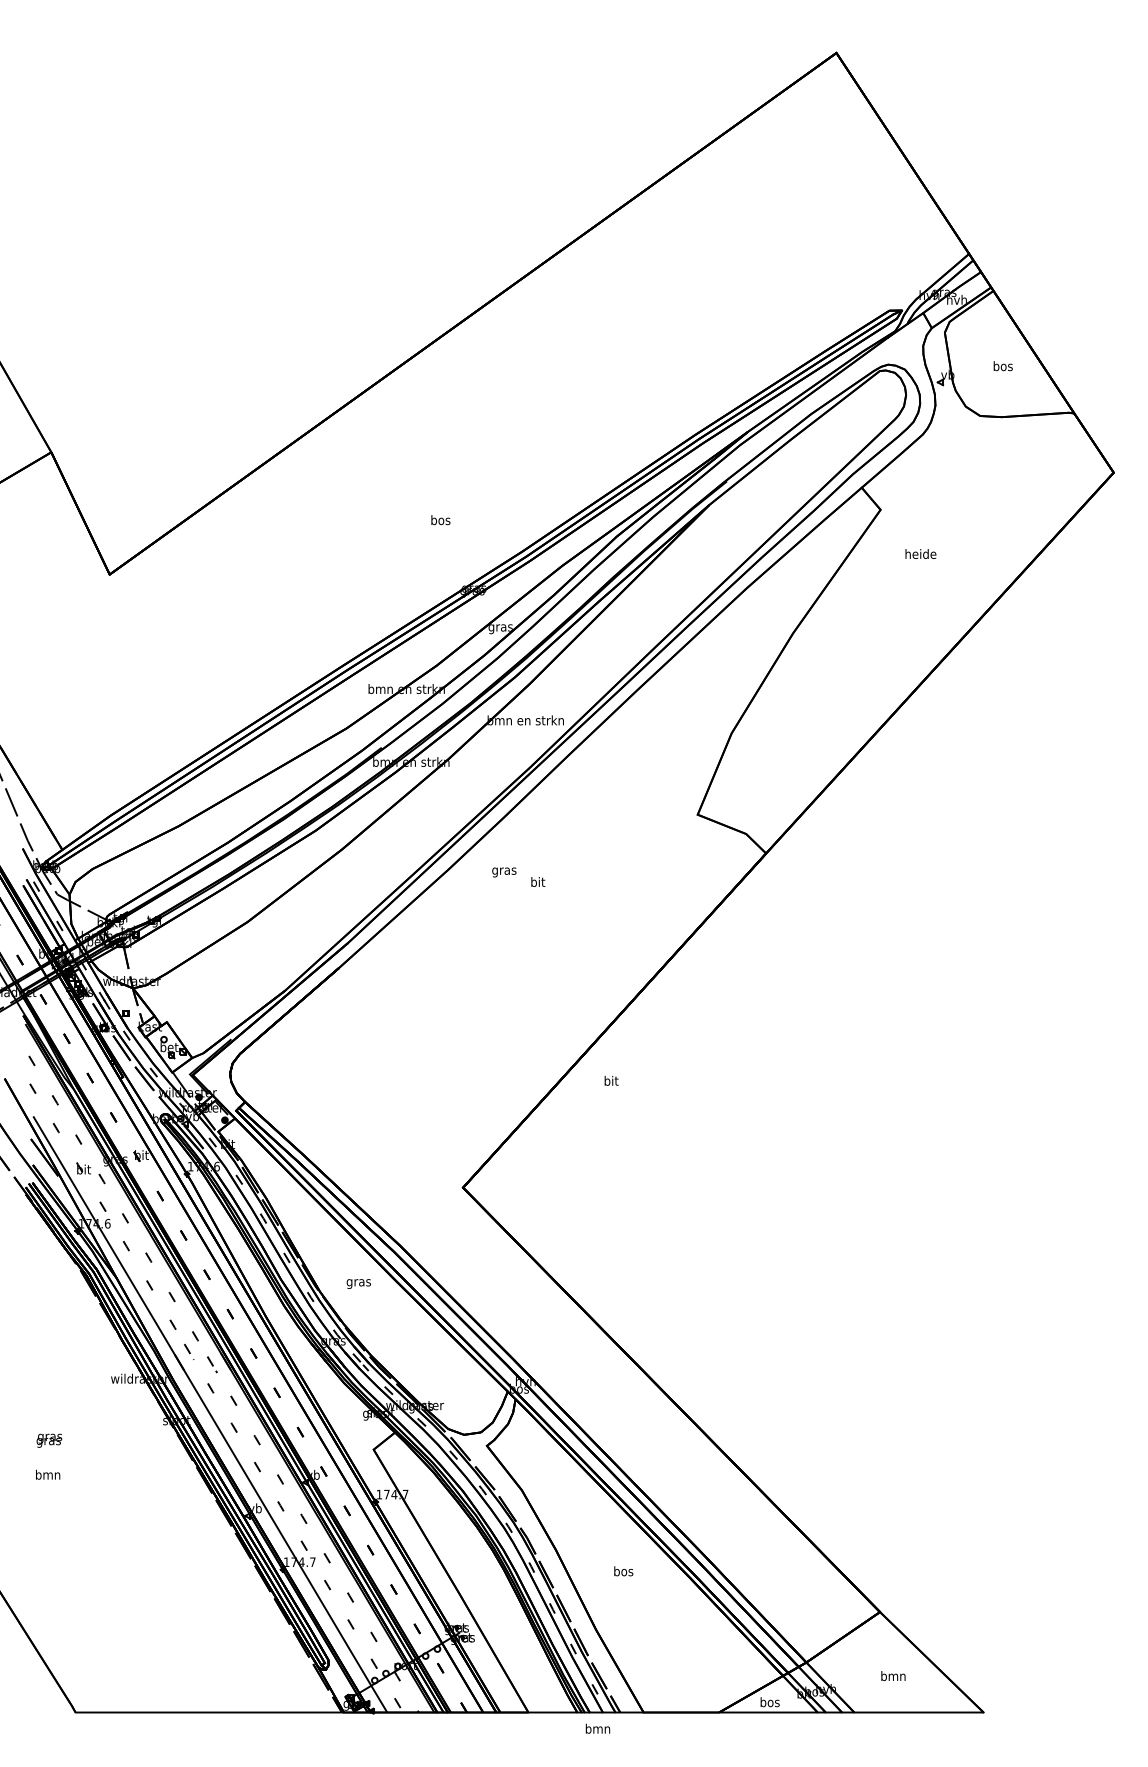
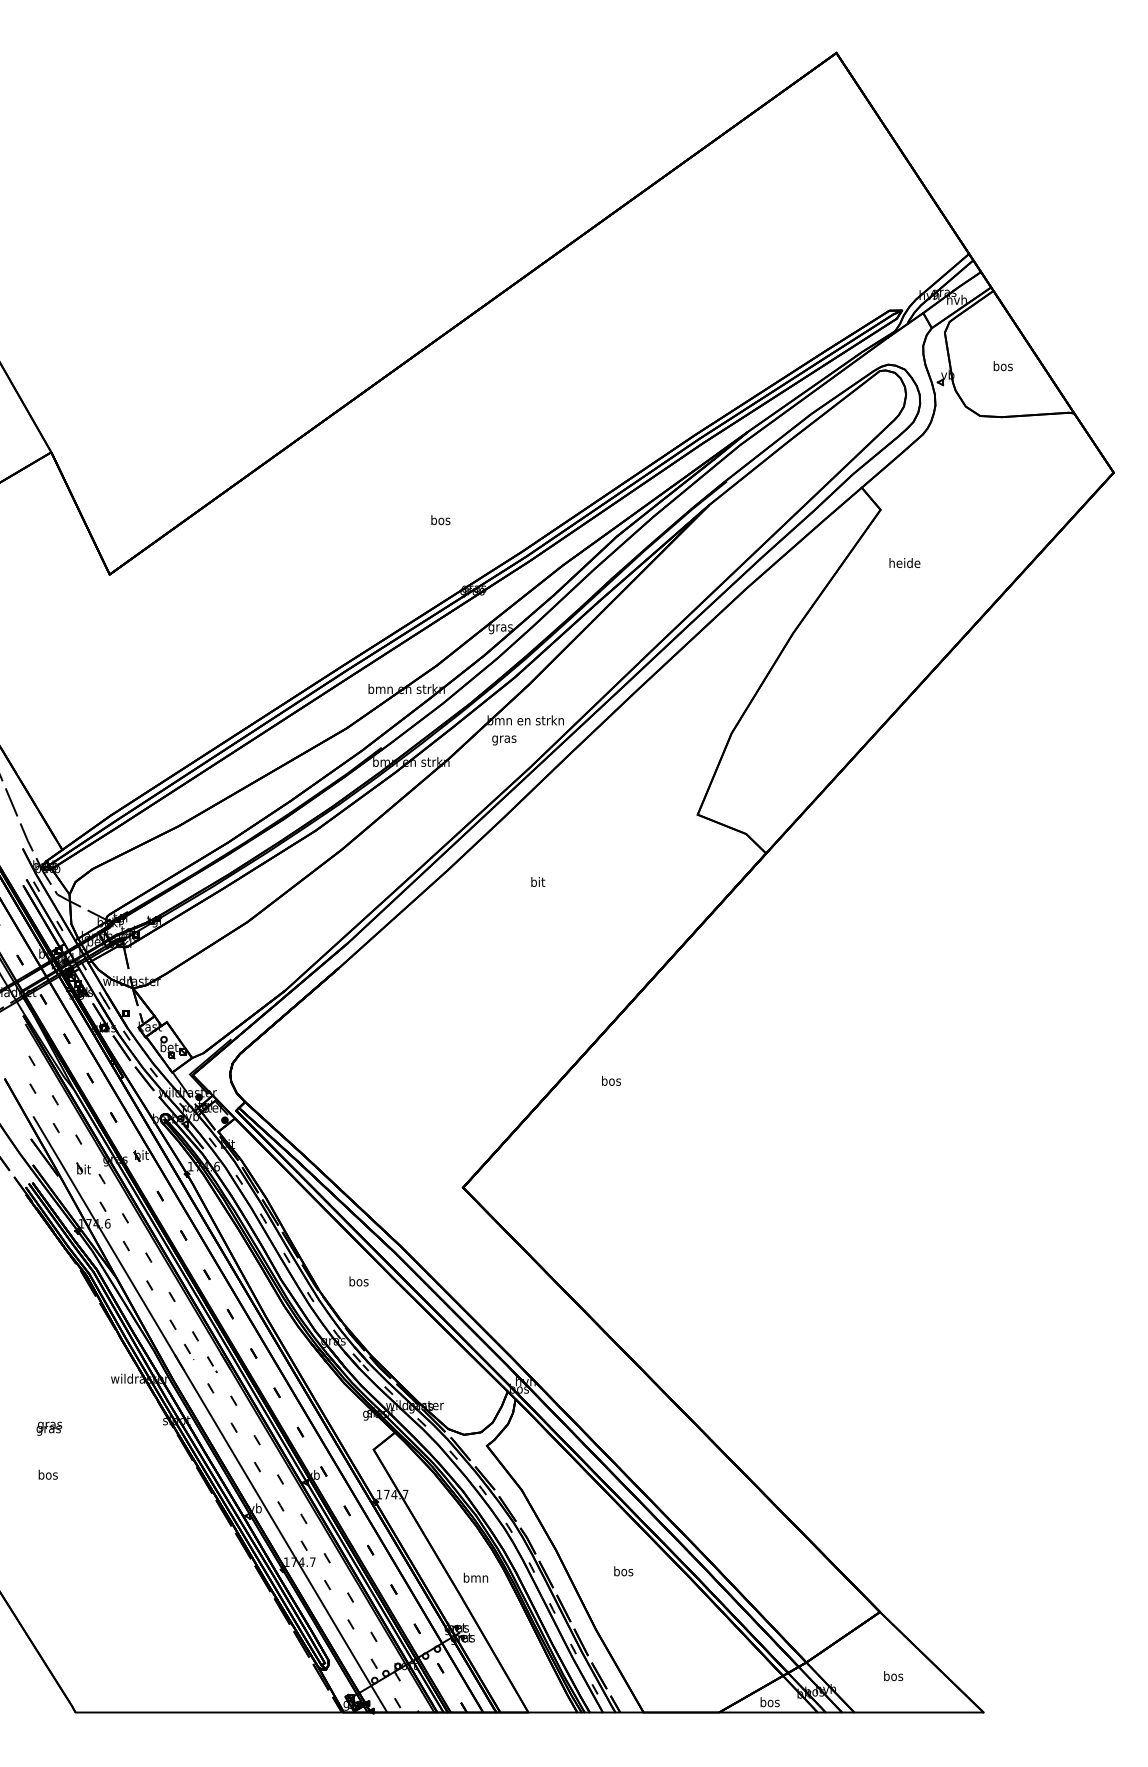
text at (920, 553) position: (920, 553) -> (904, 562)
text at (504, 872) position: (504, 872) -> (504, 740)
text at (611, 1080): bit -> bos
text at (358, 1282): gras -> bos
text at (49, 1440) position: (49, 1440) -> (49, 1428)
text at (48, 1474): bmn -> bos
text at (893, 1676): bmn -> bos
text at (597, 1728) position: (597, 1728) -> (475, 1577)
